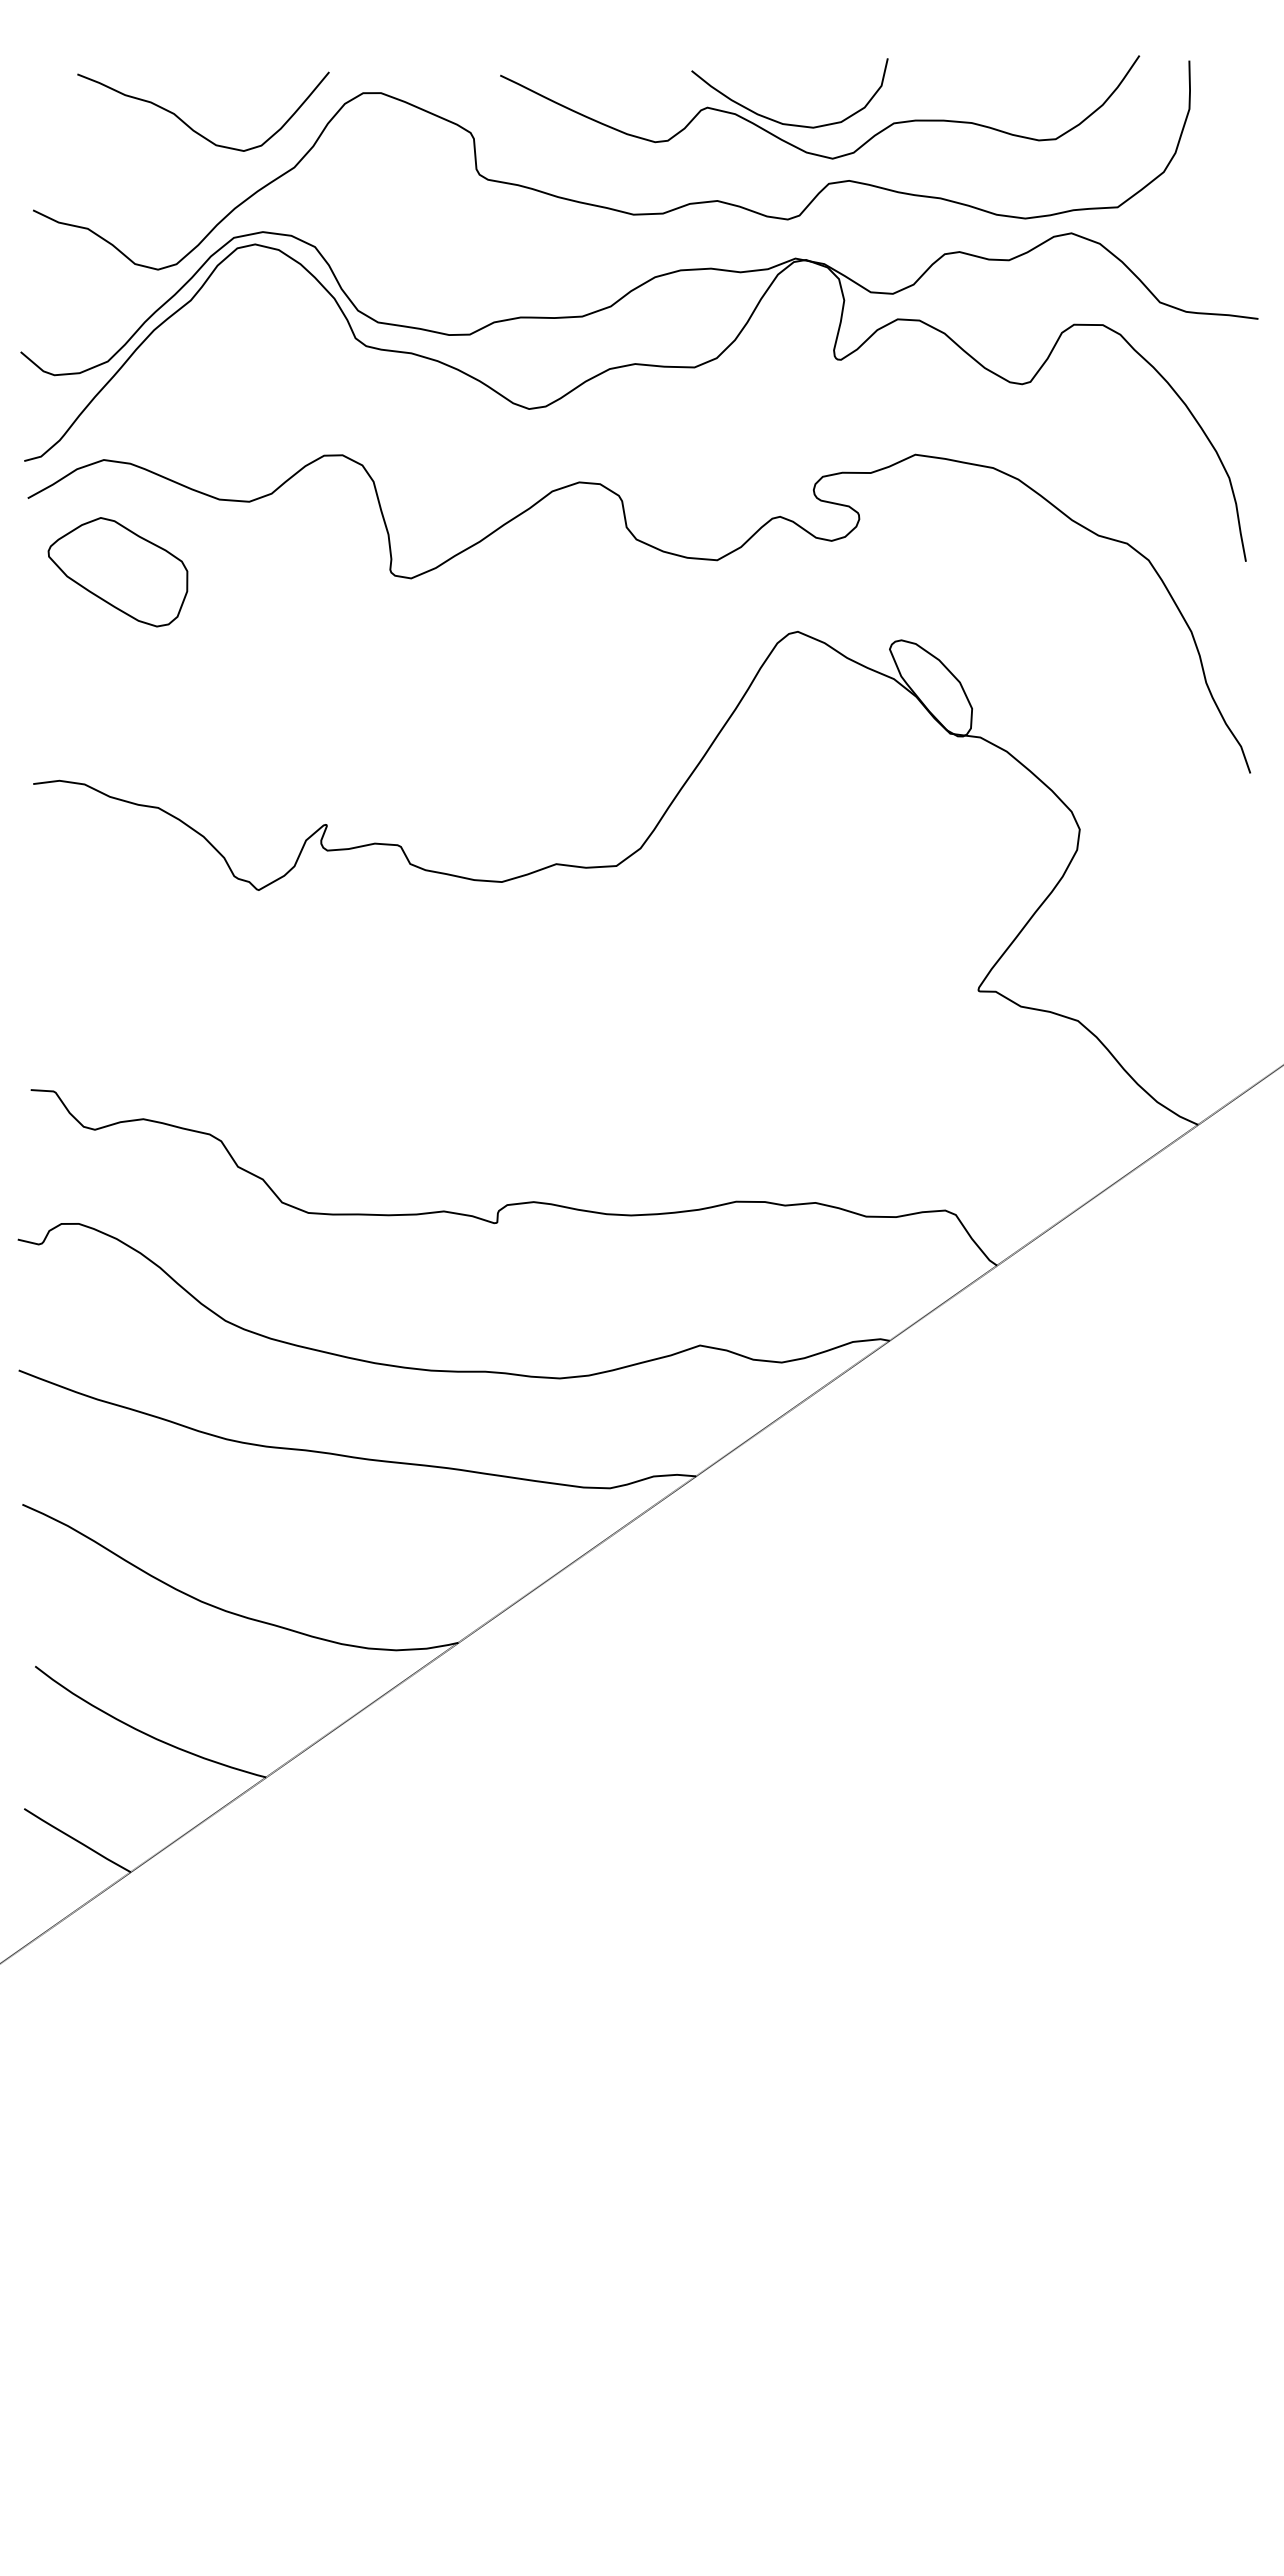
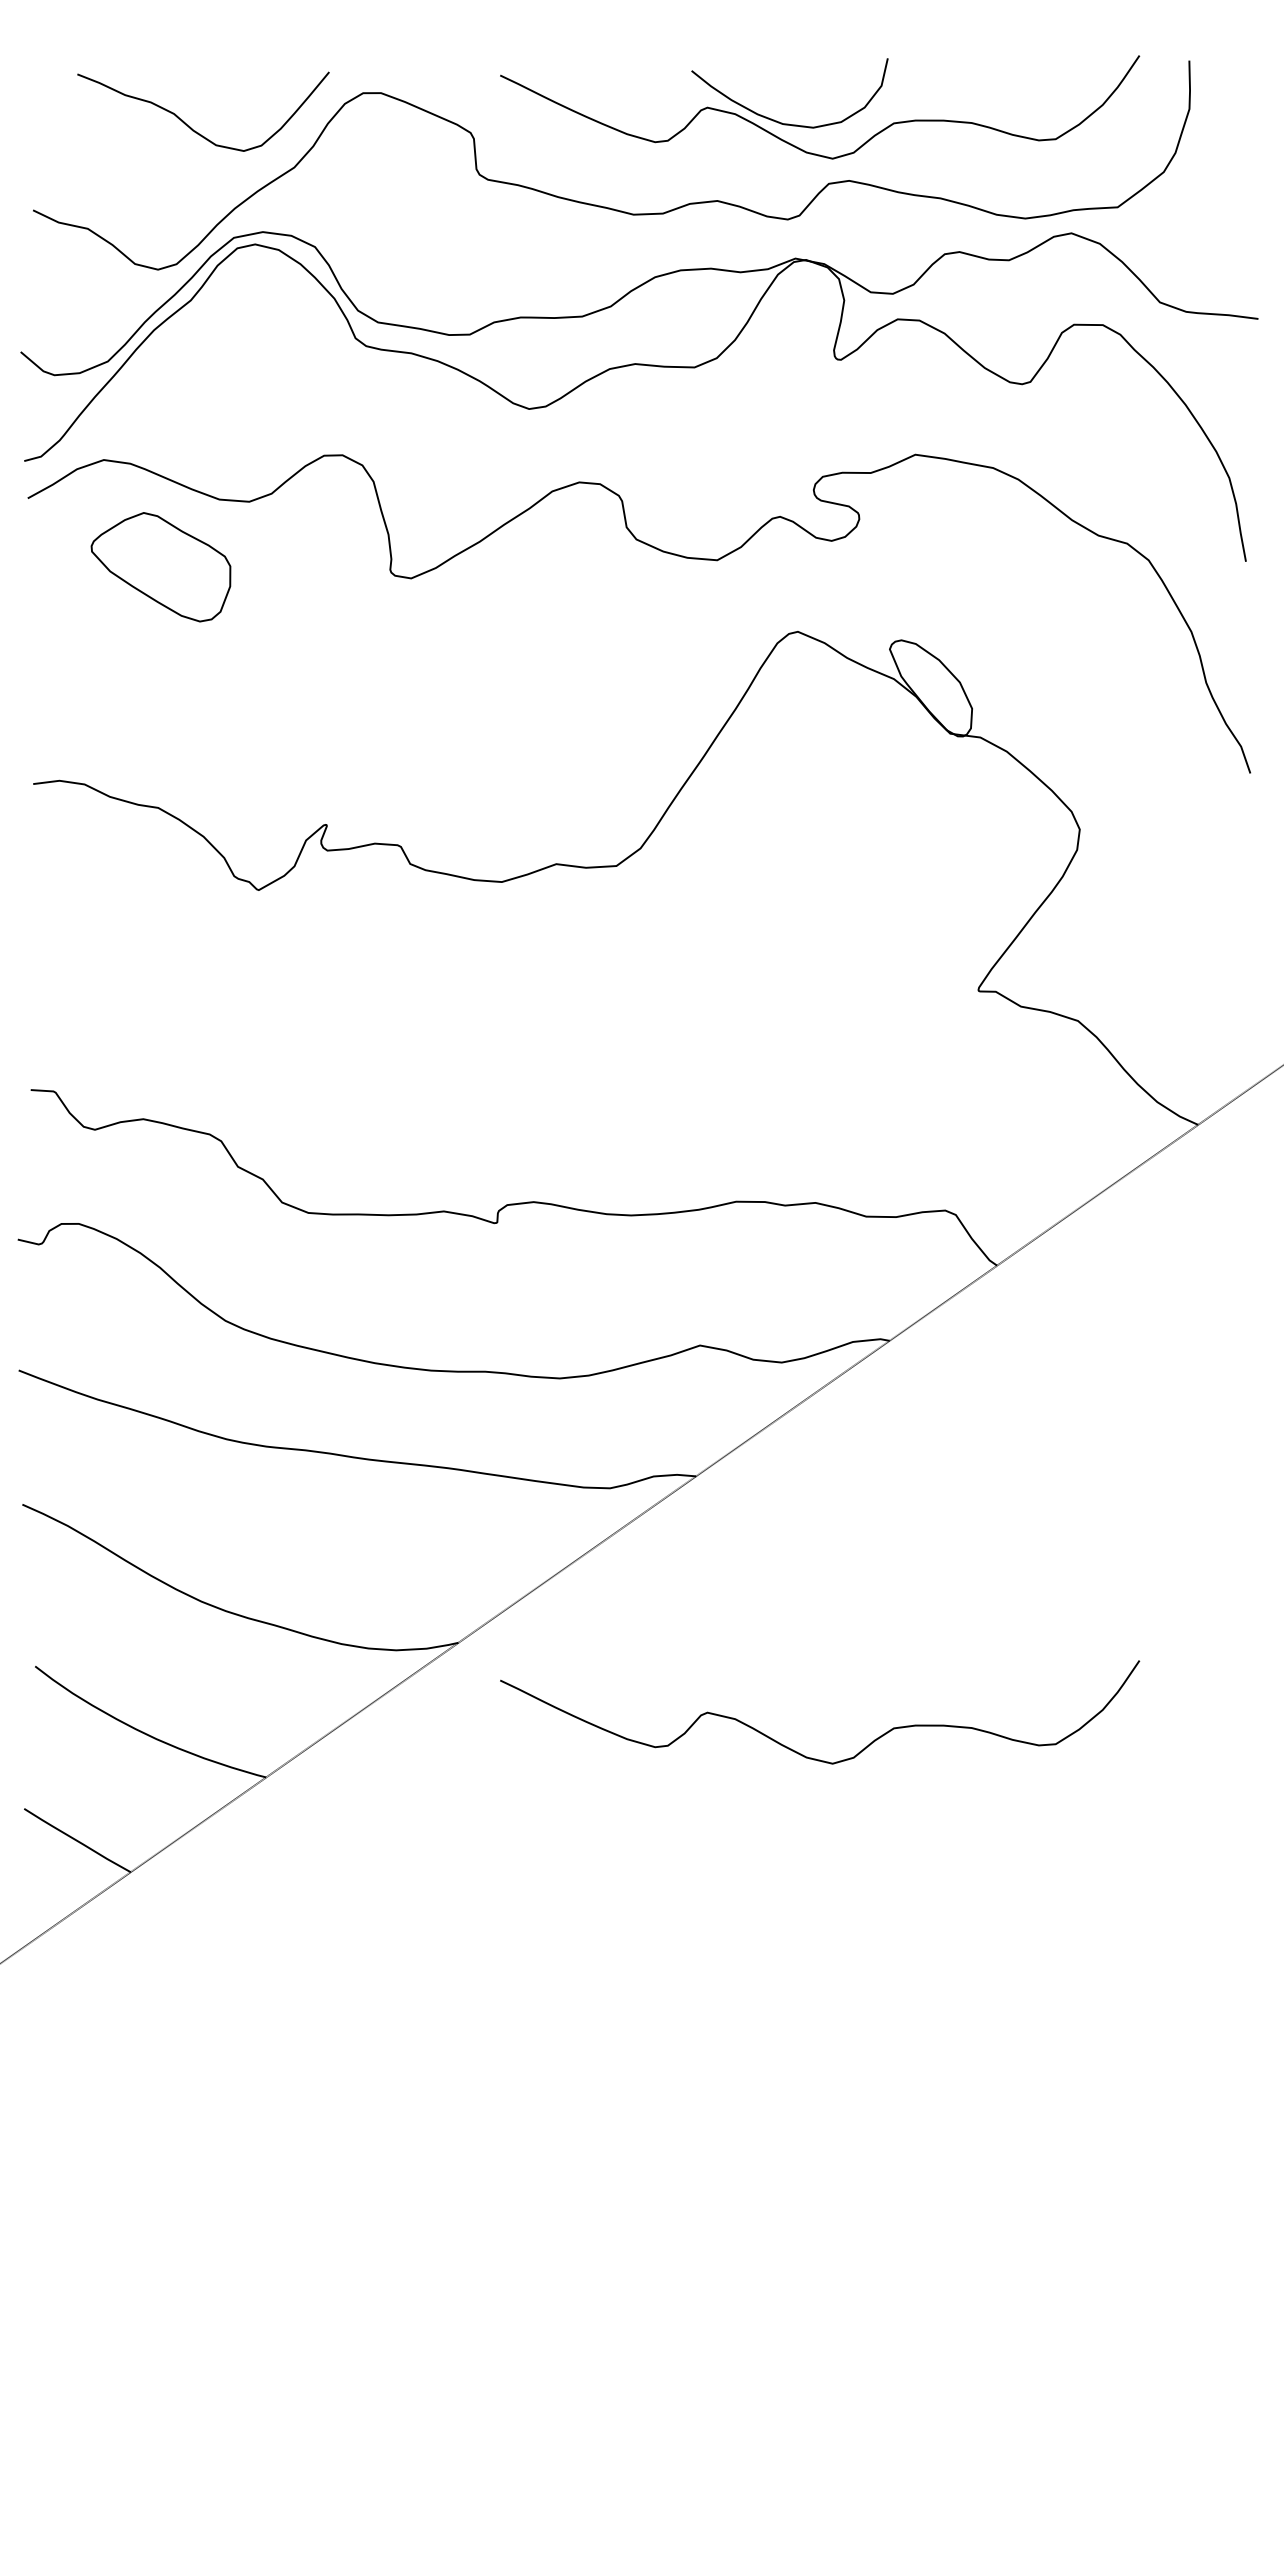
part at (117, 572) position: (117, 572) -> (160, 567)
curve at (799, 1752): none -> present
